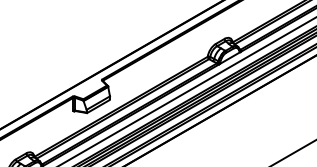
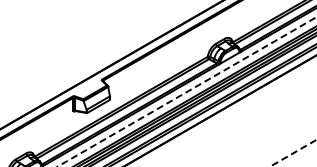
line at (187, 91): solid -> dashed
line at (293, 153): solid -> dashed
